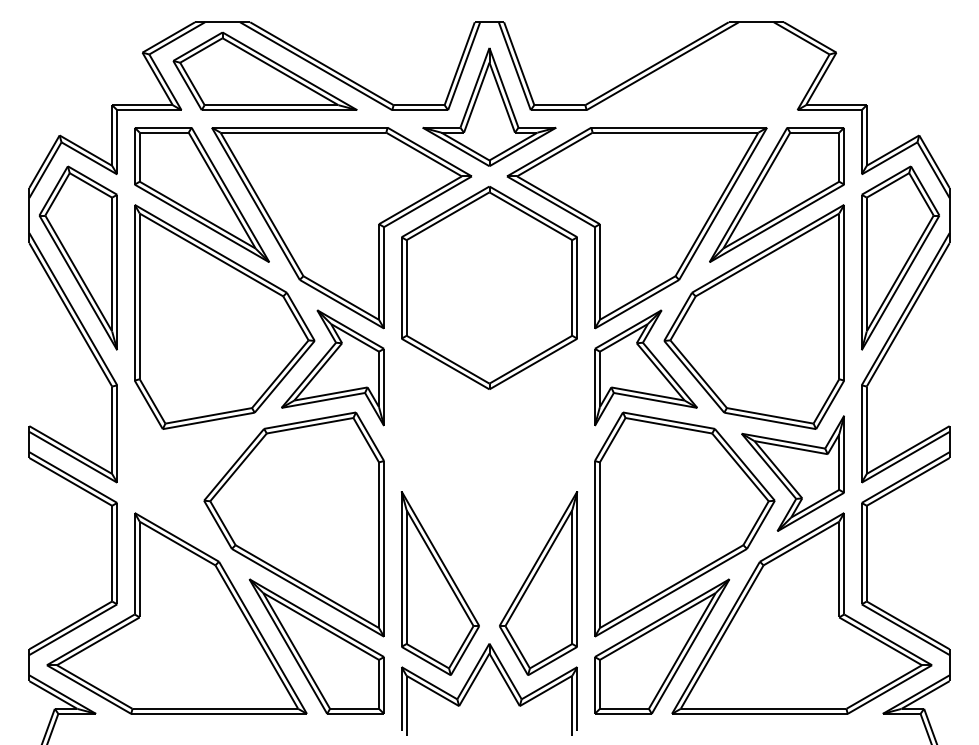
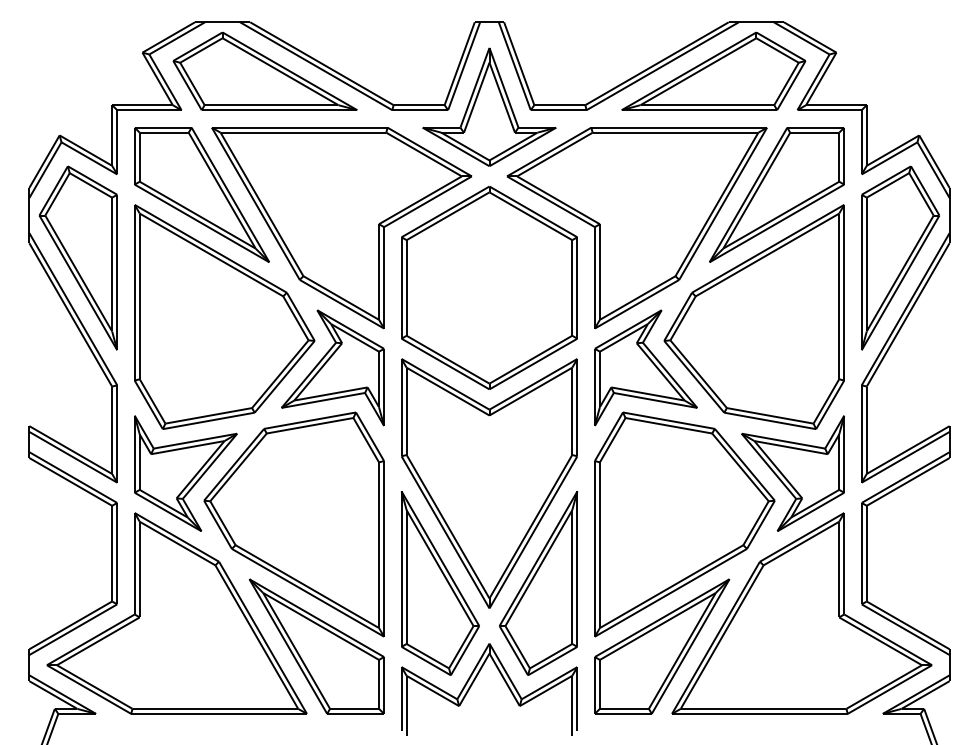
part at (713, 70): none -> present
part at (185, 473): none -> present
part at (489, 483): none -> present
